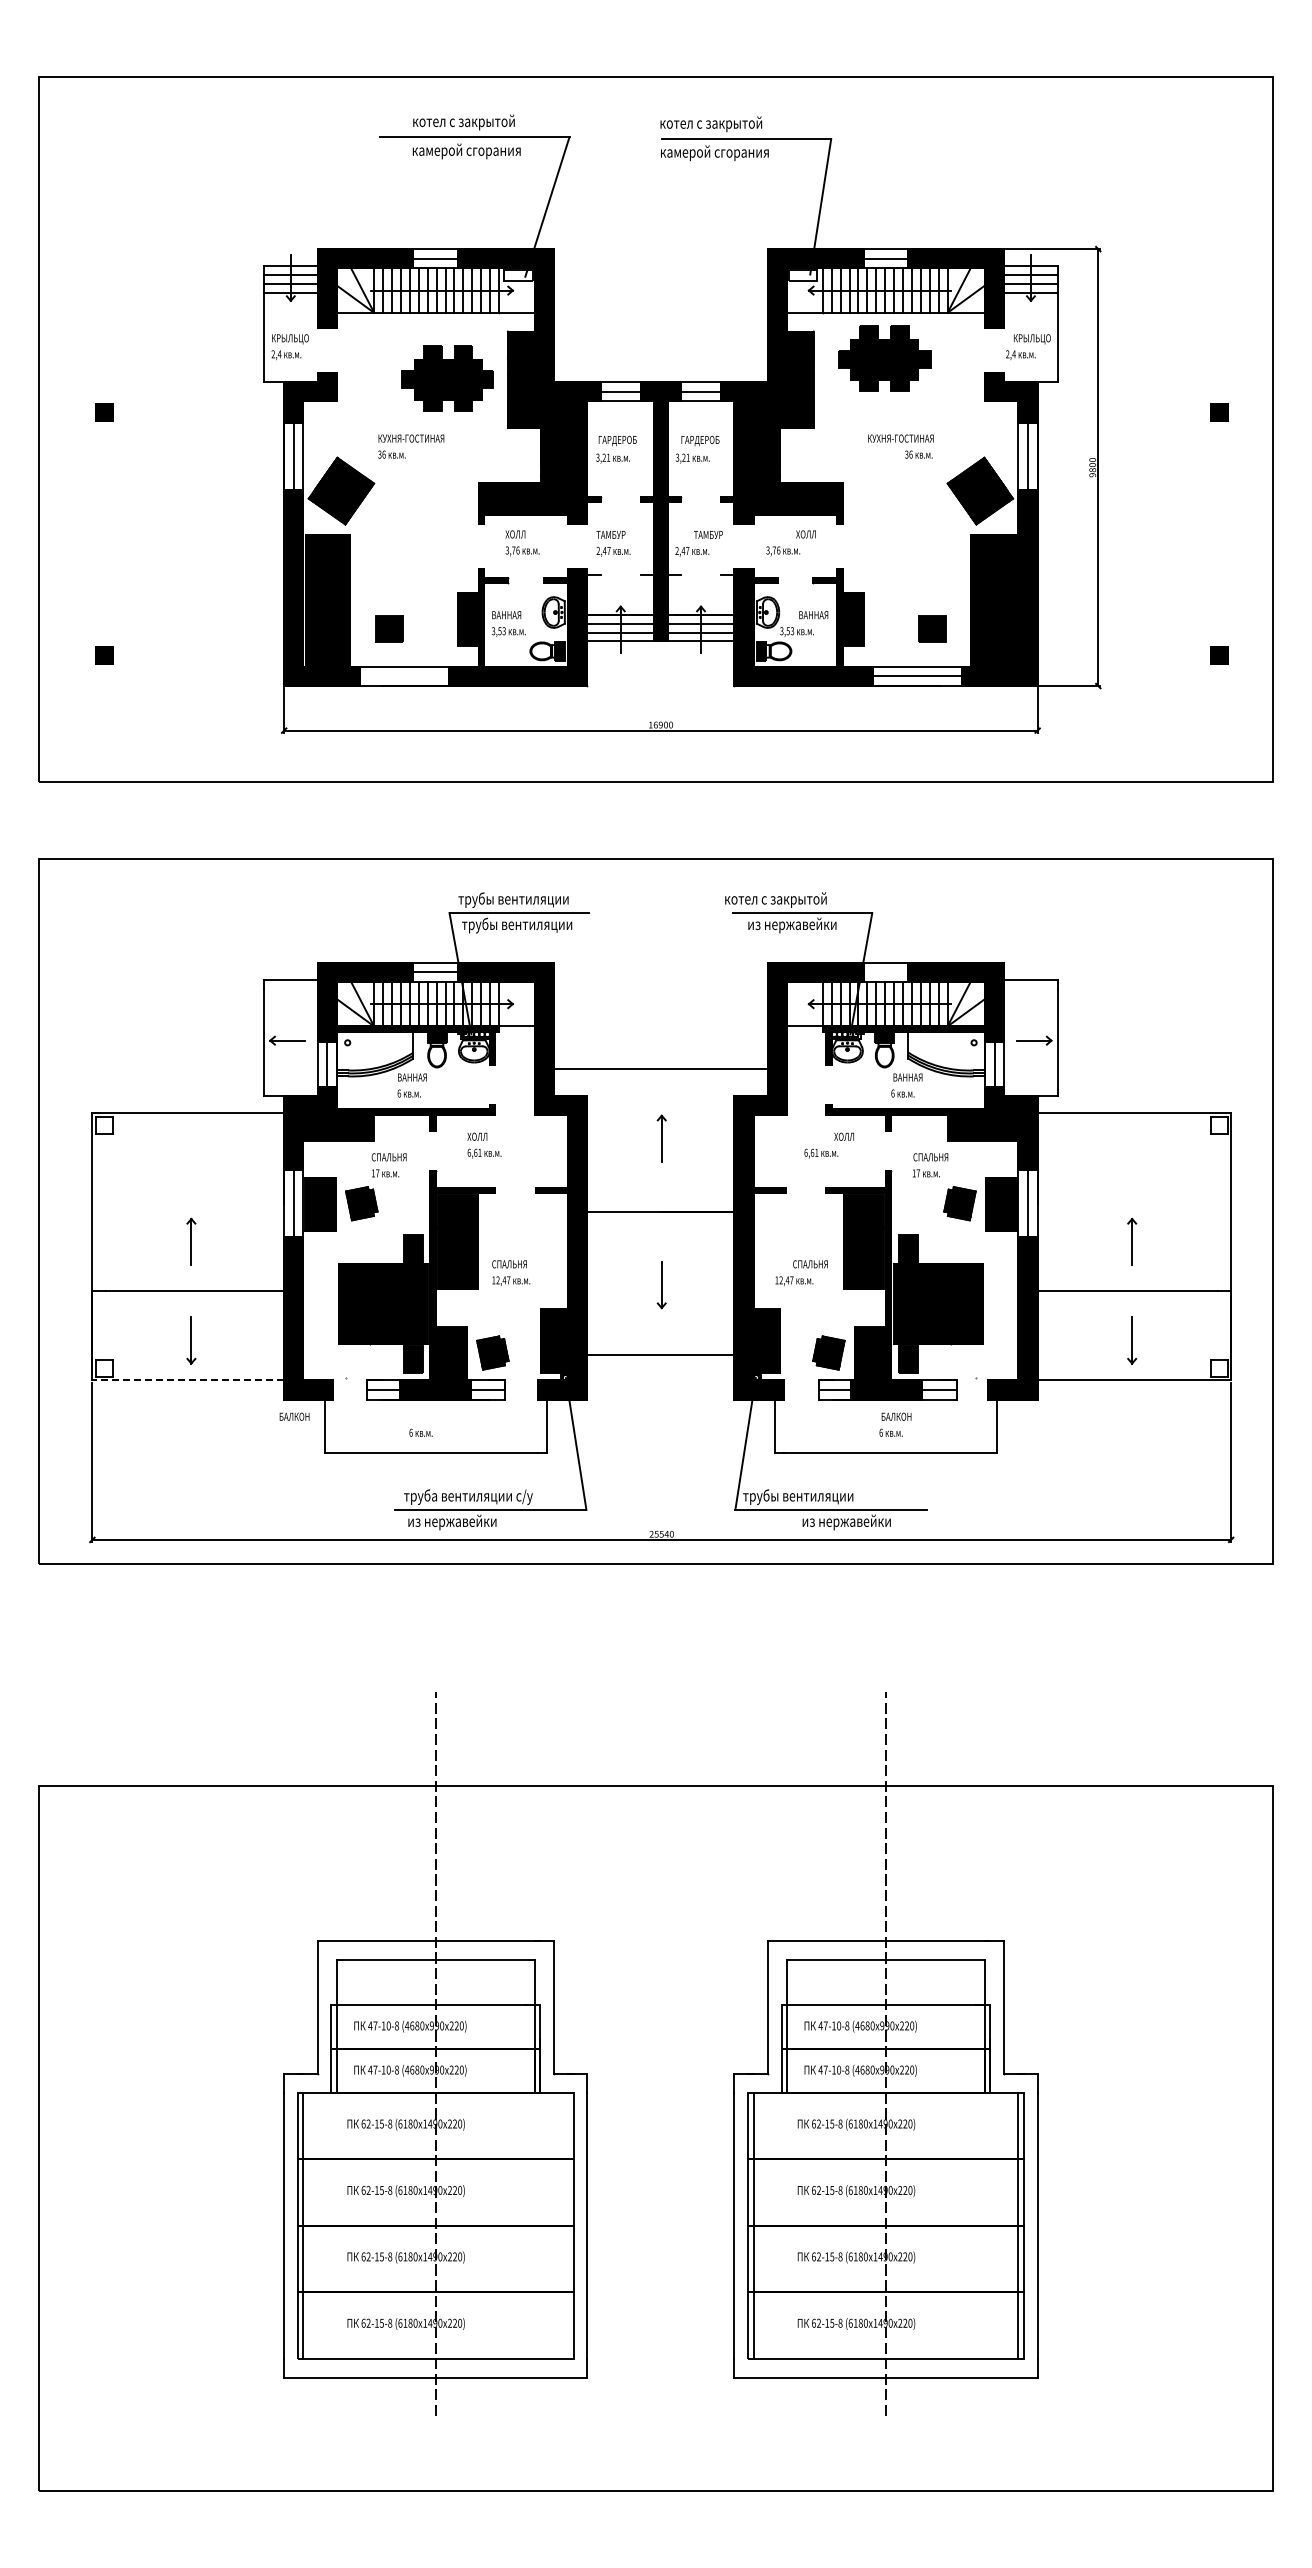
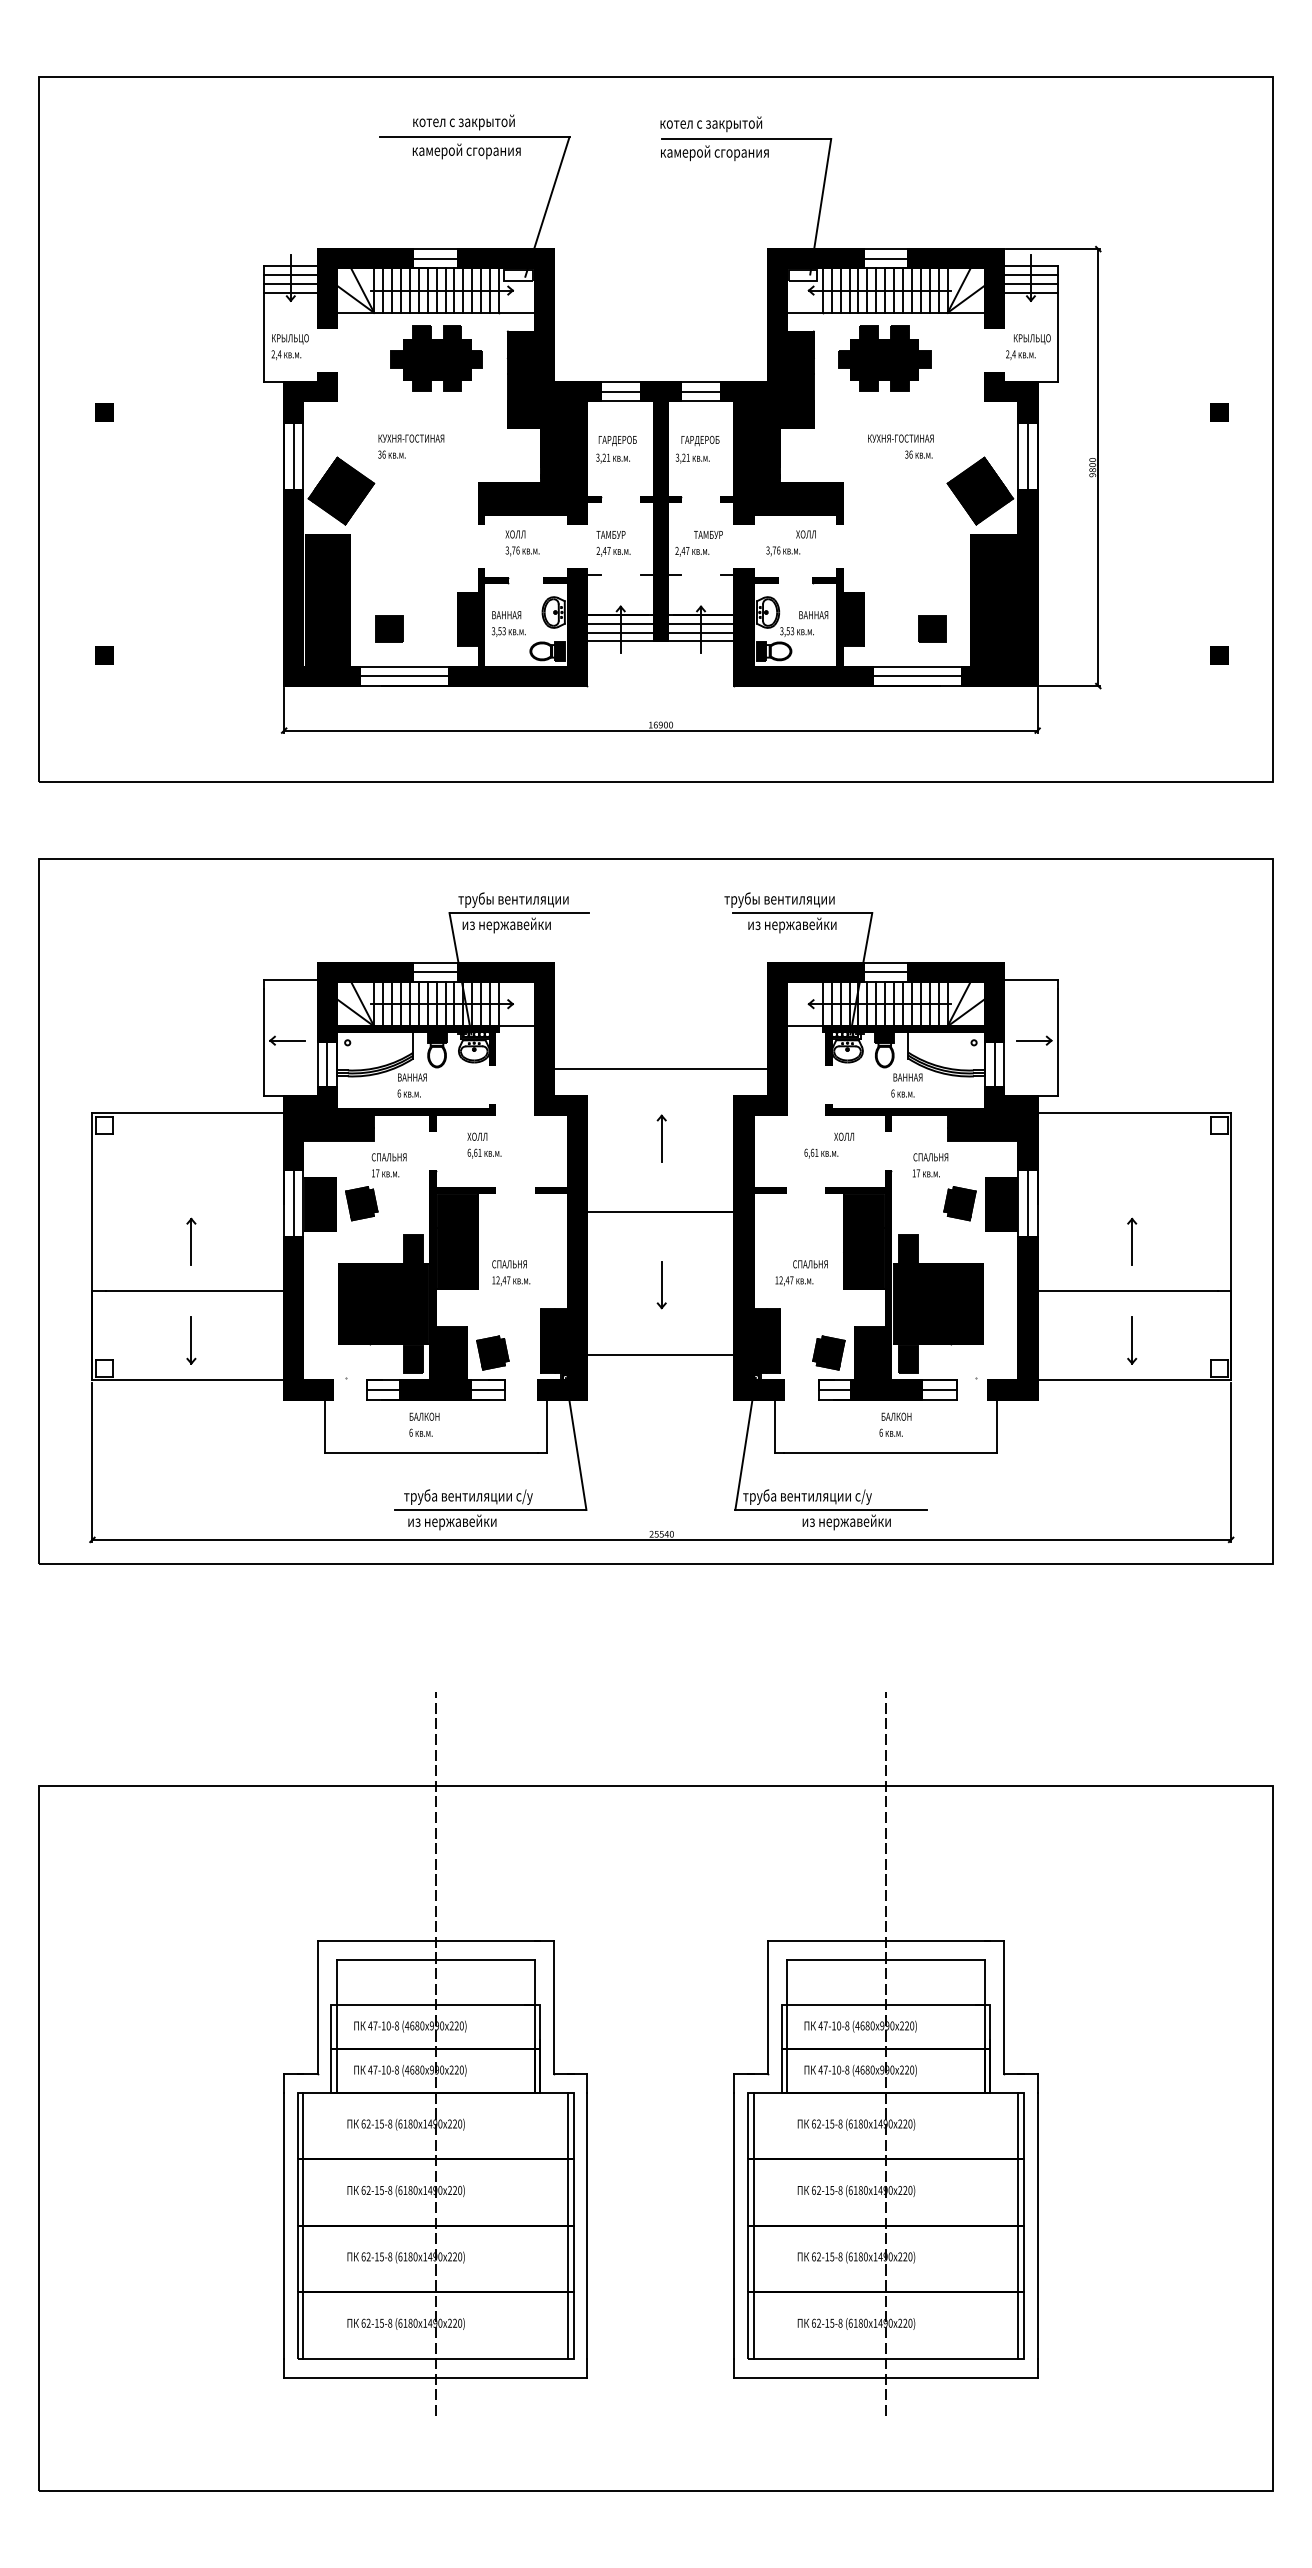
part at (447, 378) position: (447, 378) -> (436, 358)
line at (404, 676): none -> present
text at (779, 899): котел с закрытой -> трубы вентиляции
text at (517, 925): трубы вентиляции -> из нержавейки
line at (885, 972): none -> present
line at (188, 1380): dashed -> solid
text at (294, 1416) position: (294, 1416) -> (424, 1416)
text at (821, 1496): трубы вентиляции -> труба вентиляции с/у
line at (568, 2225): none -> present
